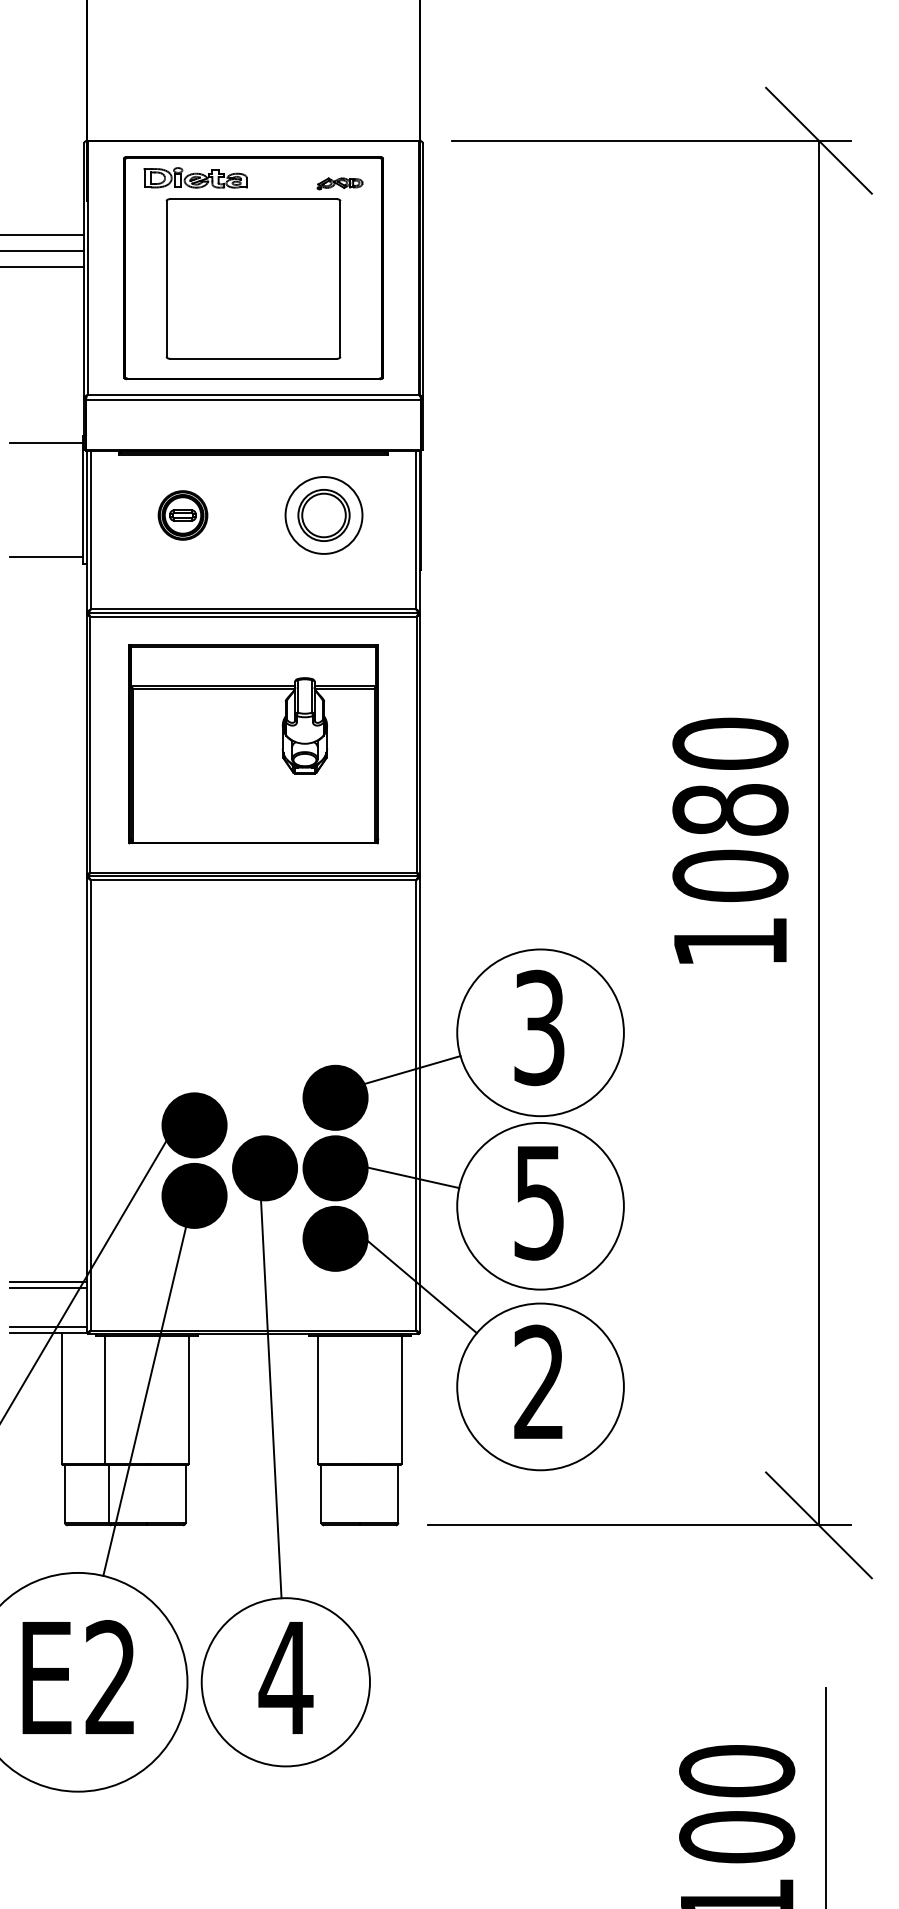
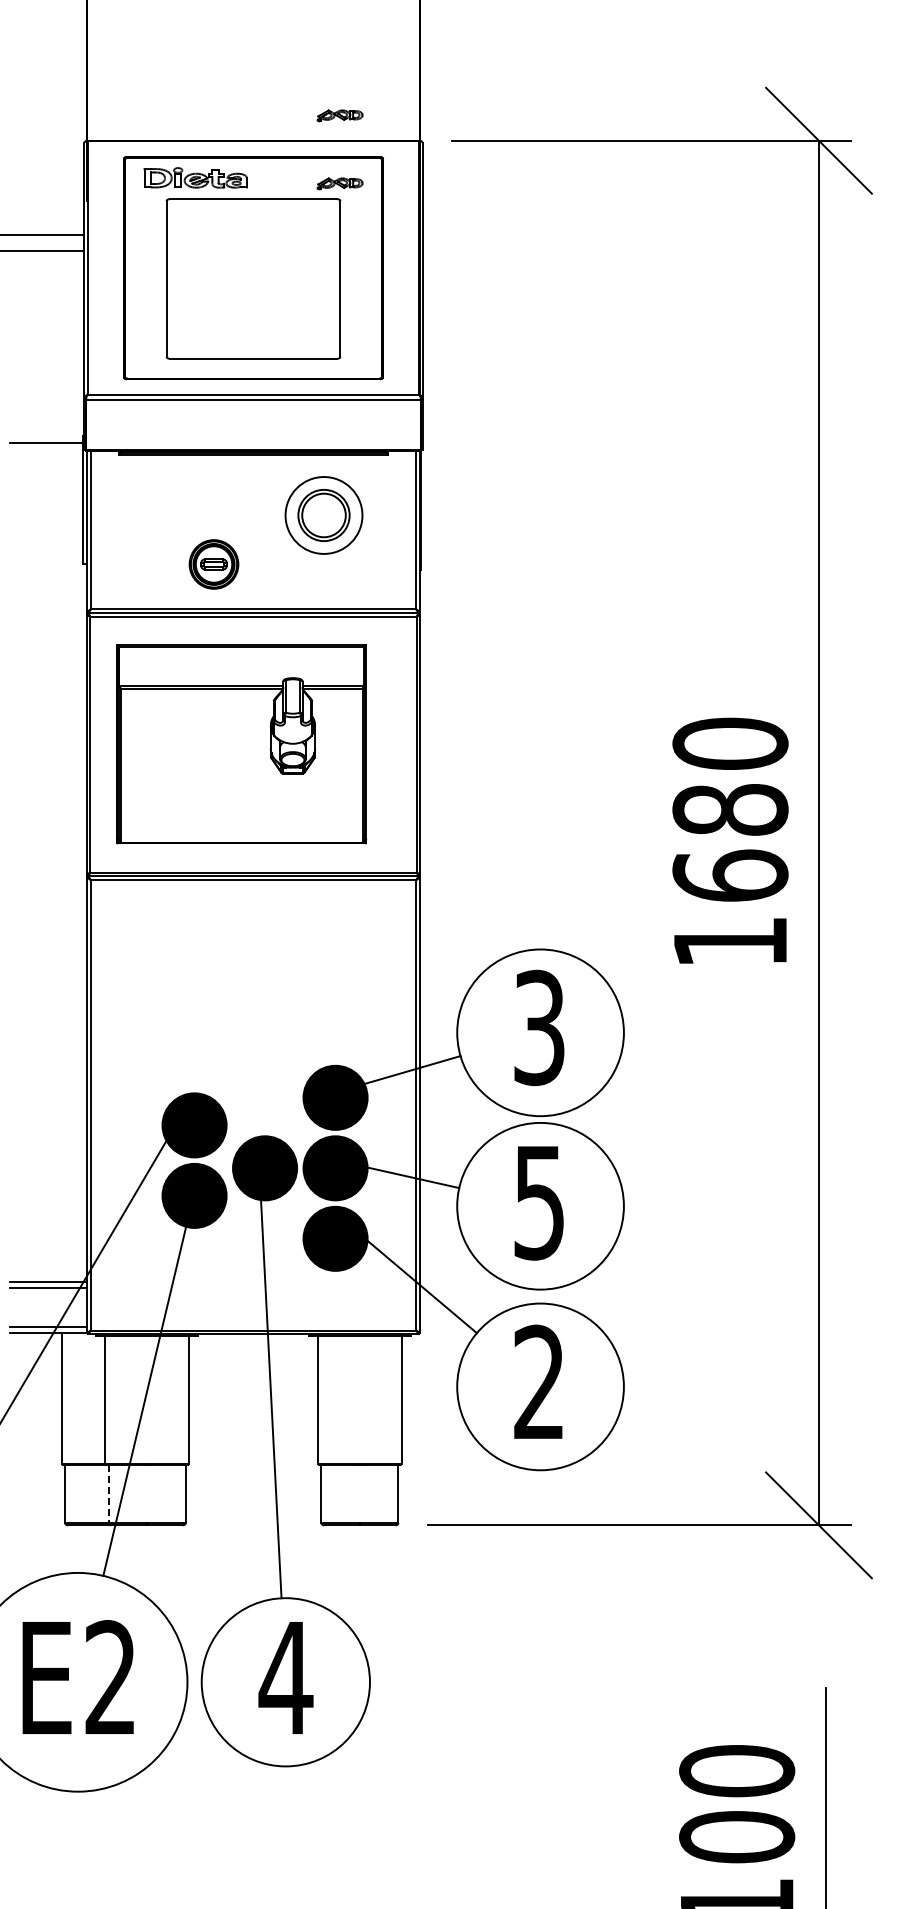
part at (339, 115): none -> present
line at (43, 267): present -> none
part at (182, 515) position: (182, 515) -> (213, 564)
line at (46, 556): present -> none
part at (253, 744) position: (253, 744) -> (241, 744)
text at (730, 875): 1080 -> 1680
line at (108, 1493): solid -> dashed
